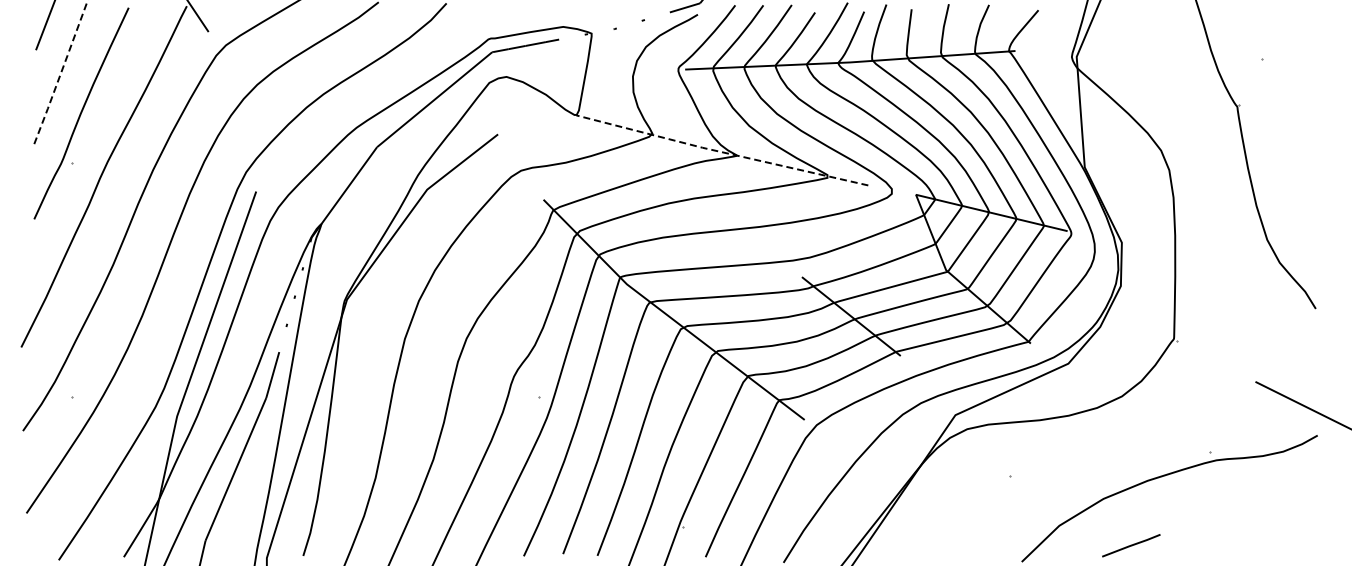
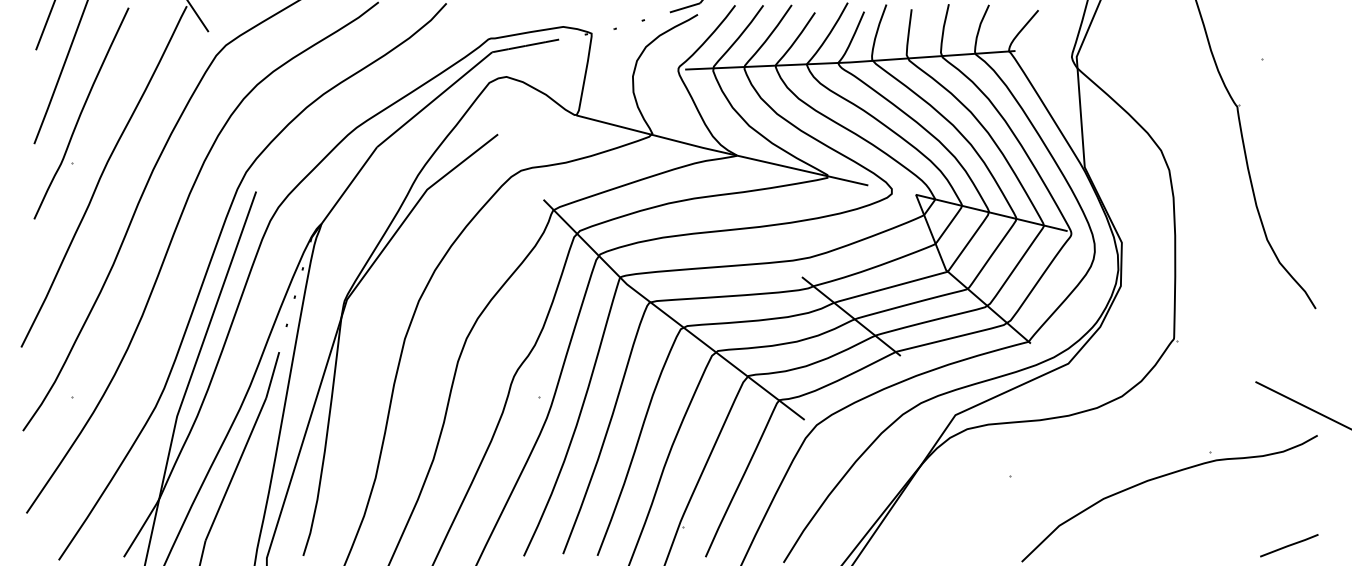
line at (61, 72): dashed -> solid
line at (721, 152): dashed -> solid
line at (1131, 545) position: (1131, 545) -> (1289, 545)
